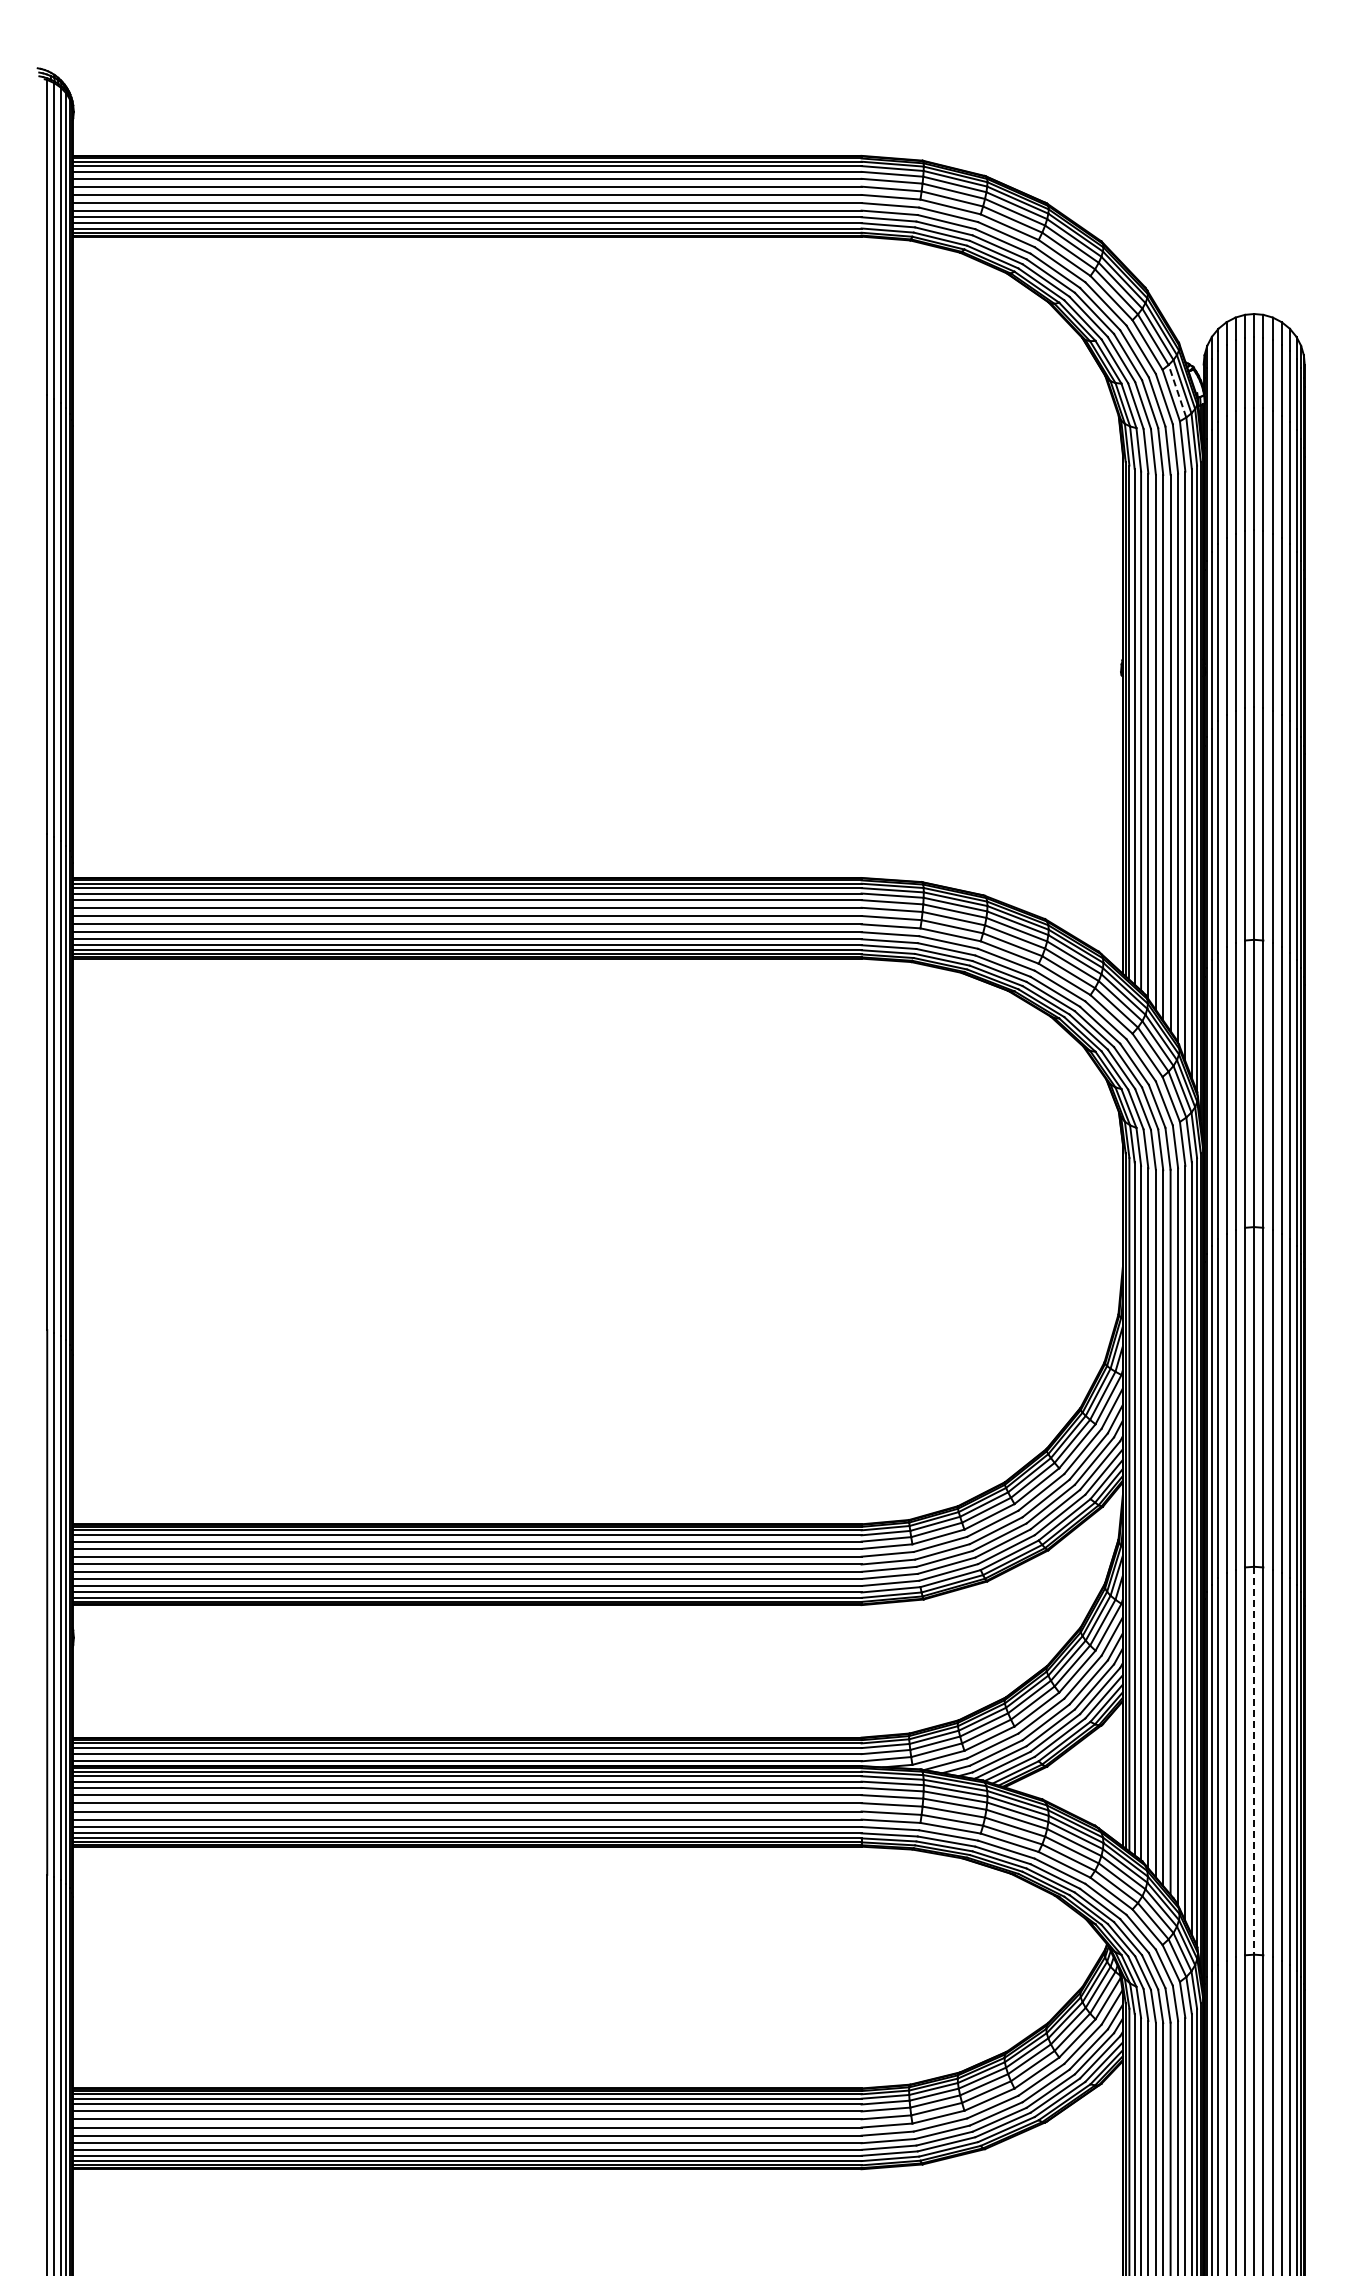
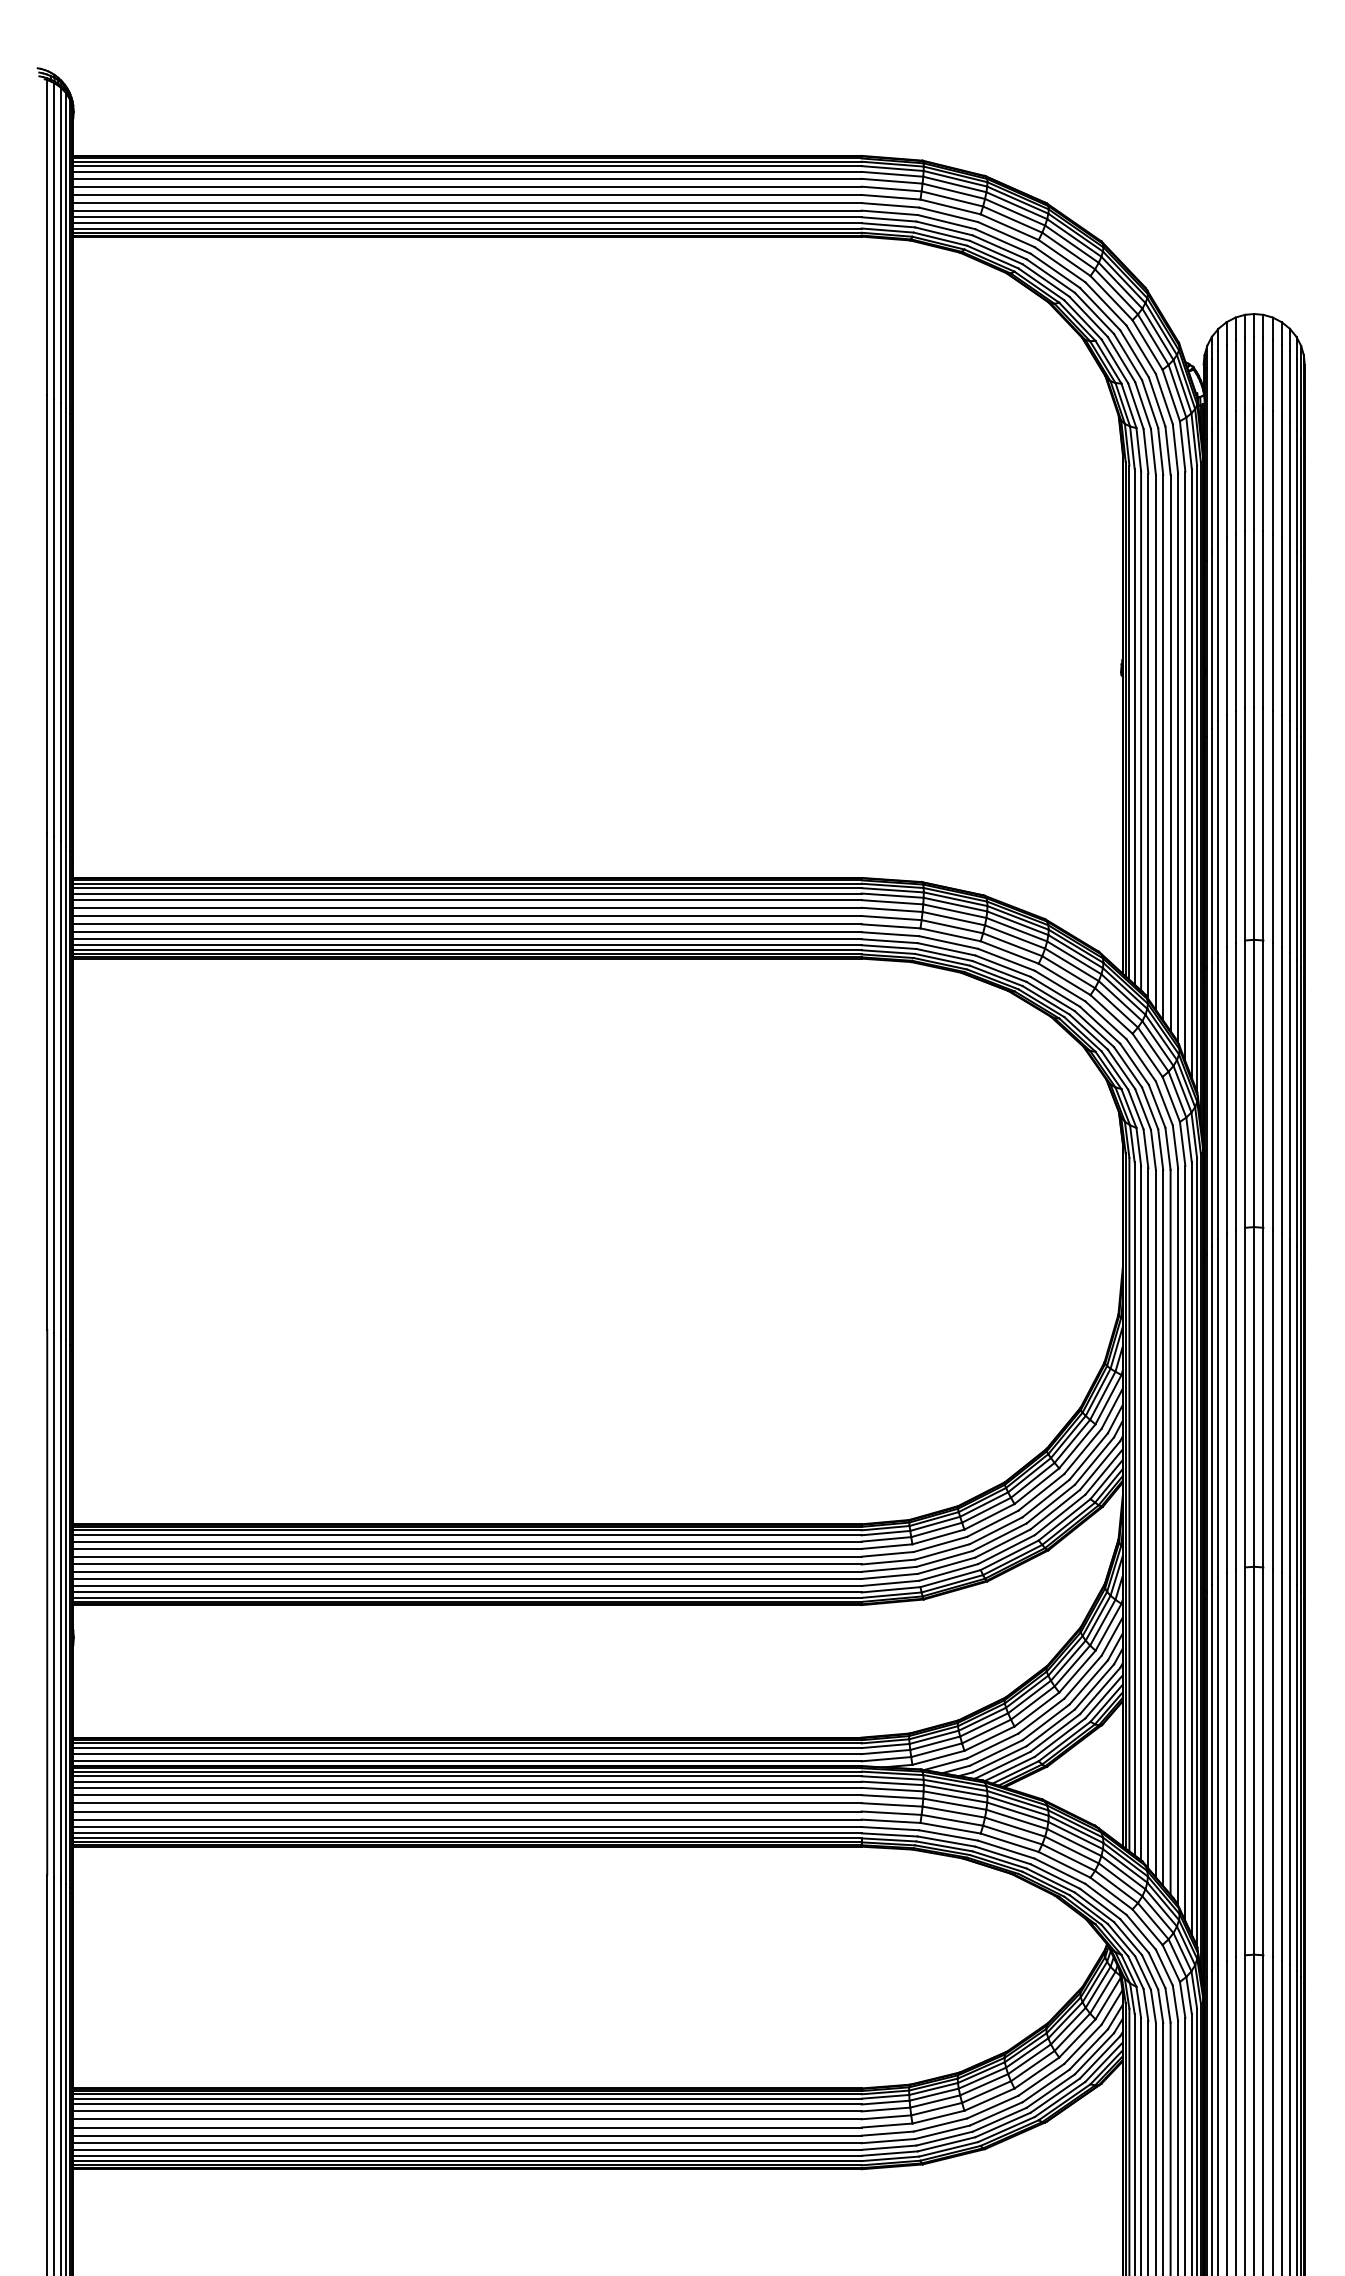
line at (1177, 391): dashed -> solid
line at (1254, 1760): dashed -> solid
